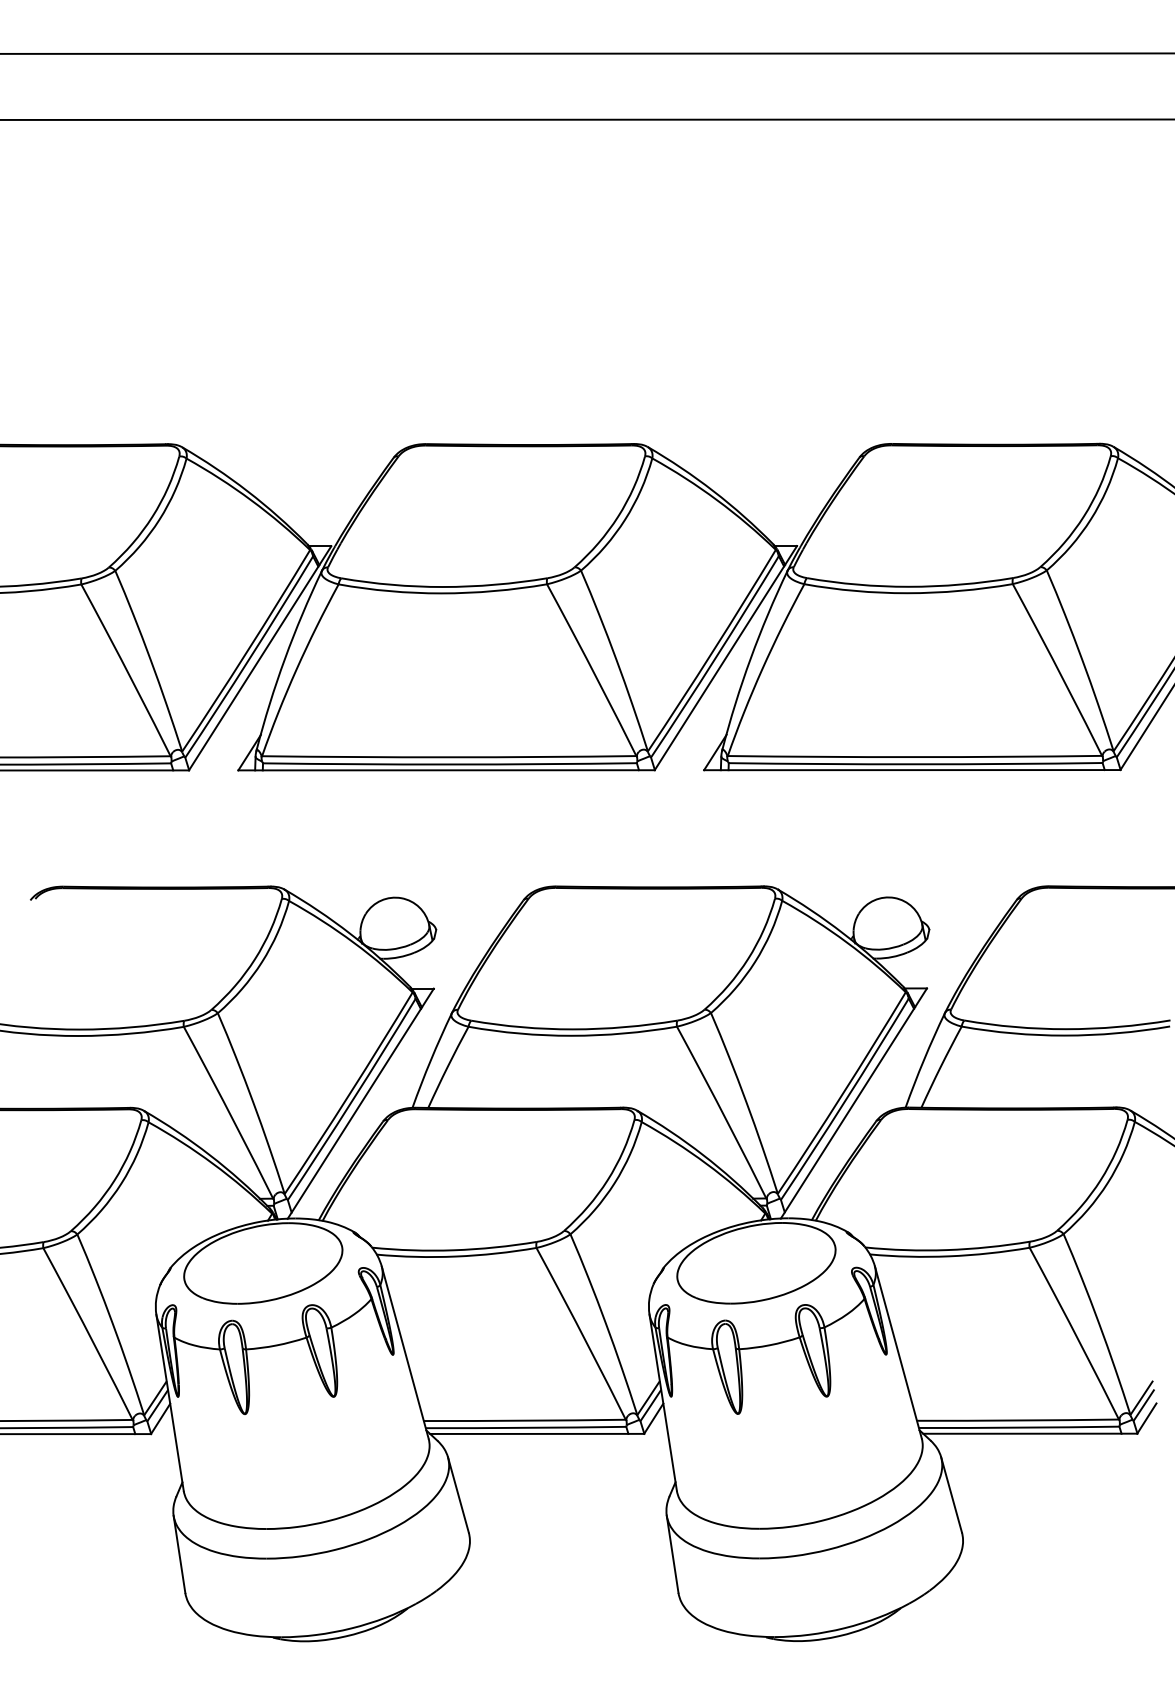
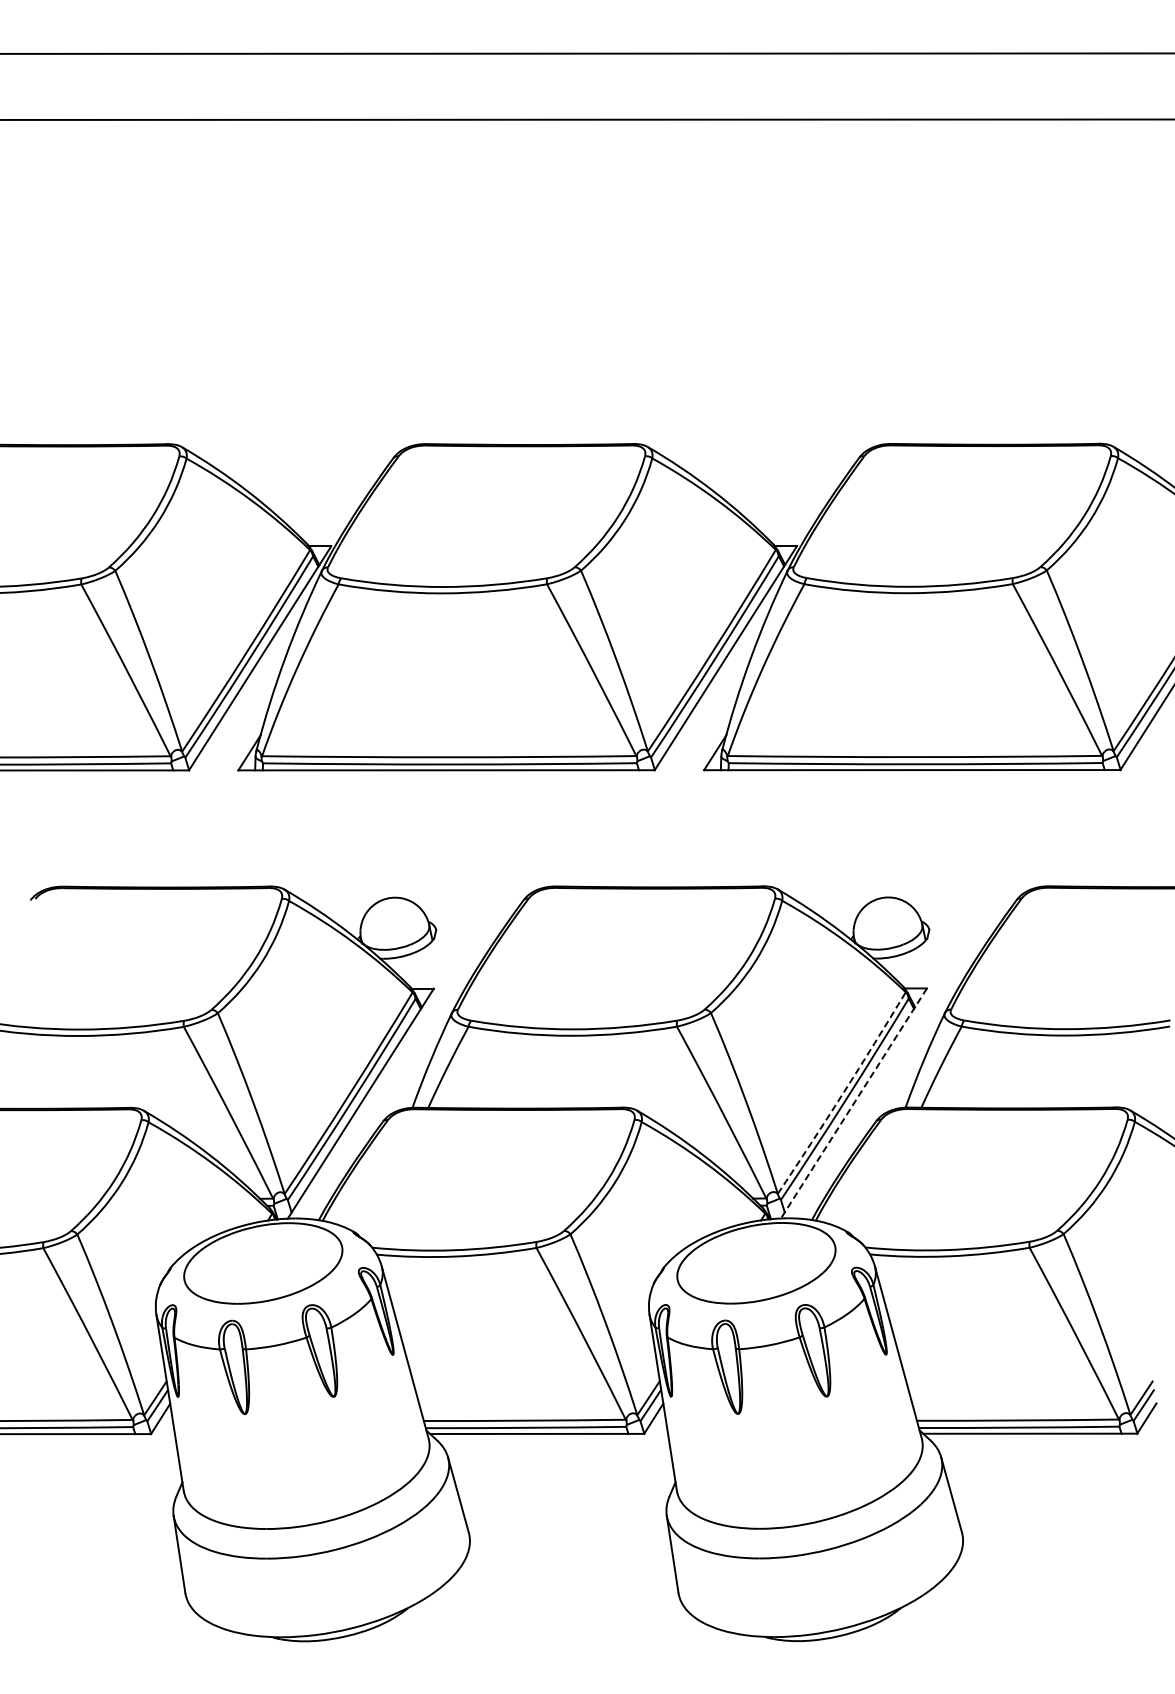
arc at (842, 1093): solid -> dashed
line at (853, 1103): solid -> dashed
